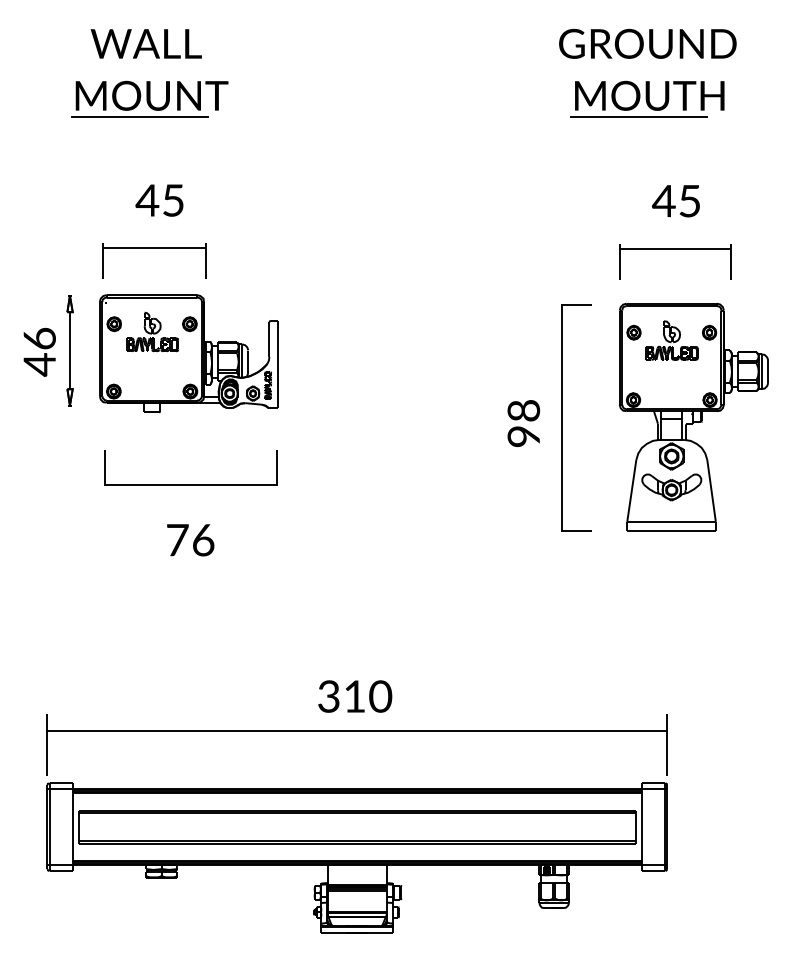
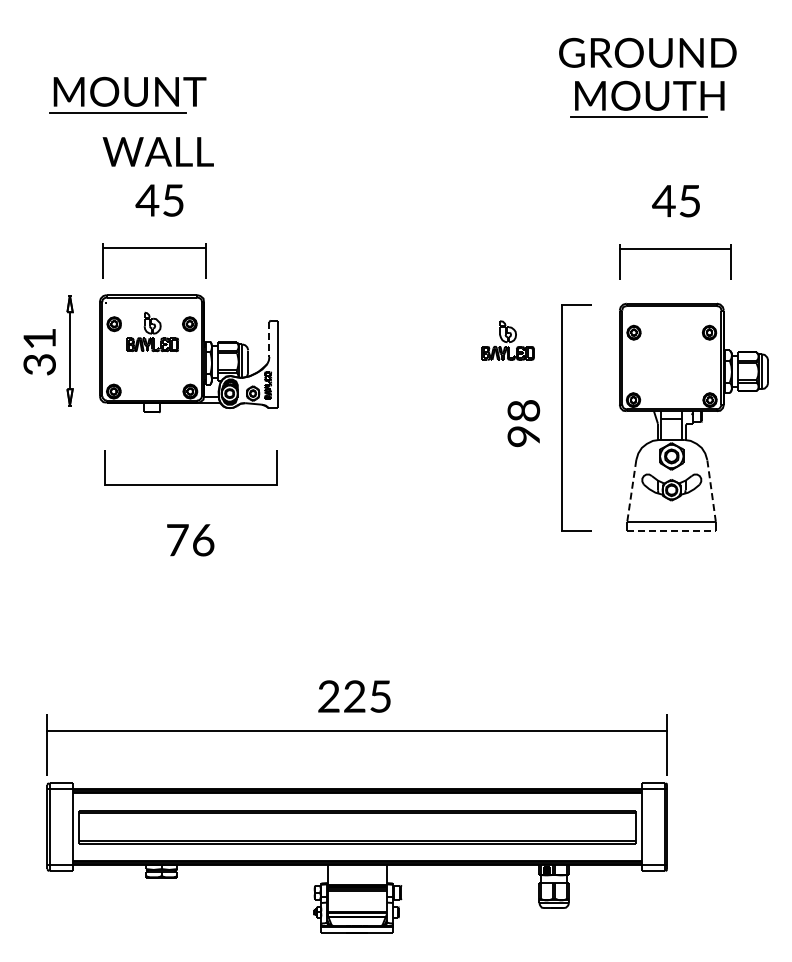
text at (145, 43) position: (145, 43) -> (157, 151)
text at (647, 43) position: (647, 43) -> (647, 52)
part at (149, 98) position: (149, 98) -> (127, 94)
line at (269, 340): solid -> dashed
part at (671, 340) position: (671, 340) -> (507, 340)
text at (39, 351): 46 -> 31
line at (711, 490): solid -> dashed
line at (631, 491): solid -> dashed
line at (672, 530): solid -> dashed
text at (355, 696): 310 -> 225
